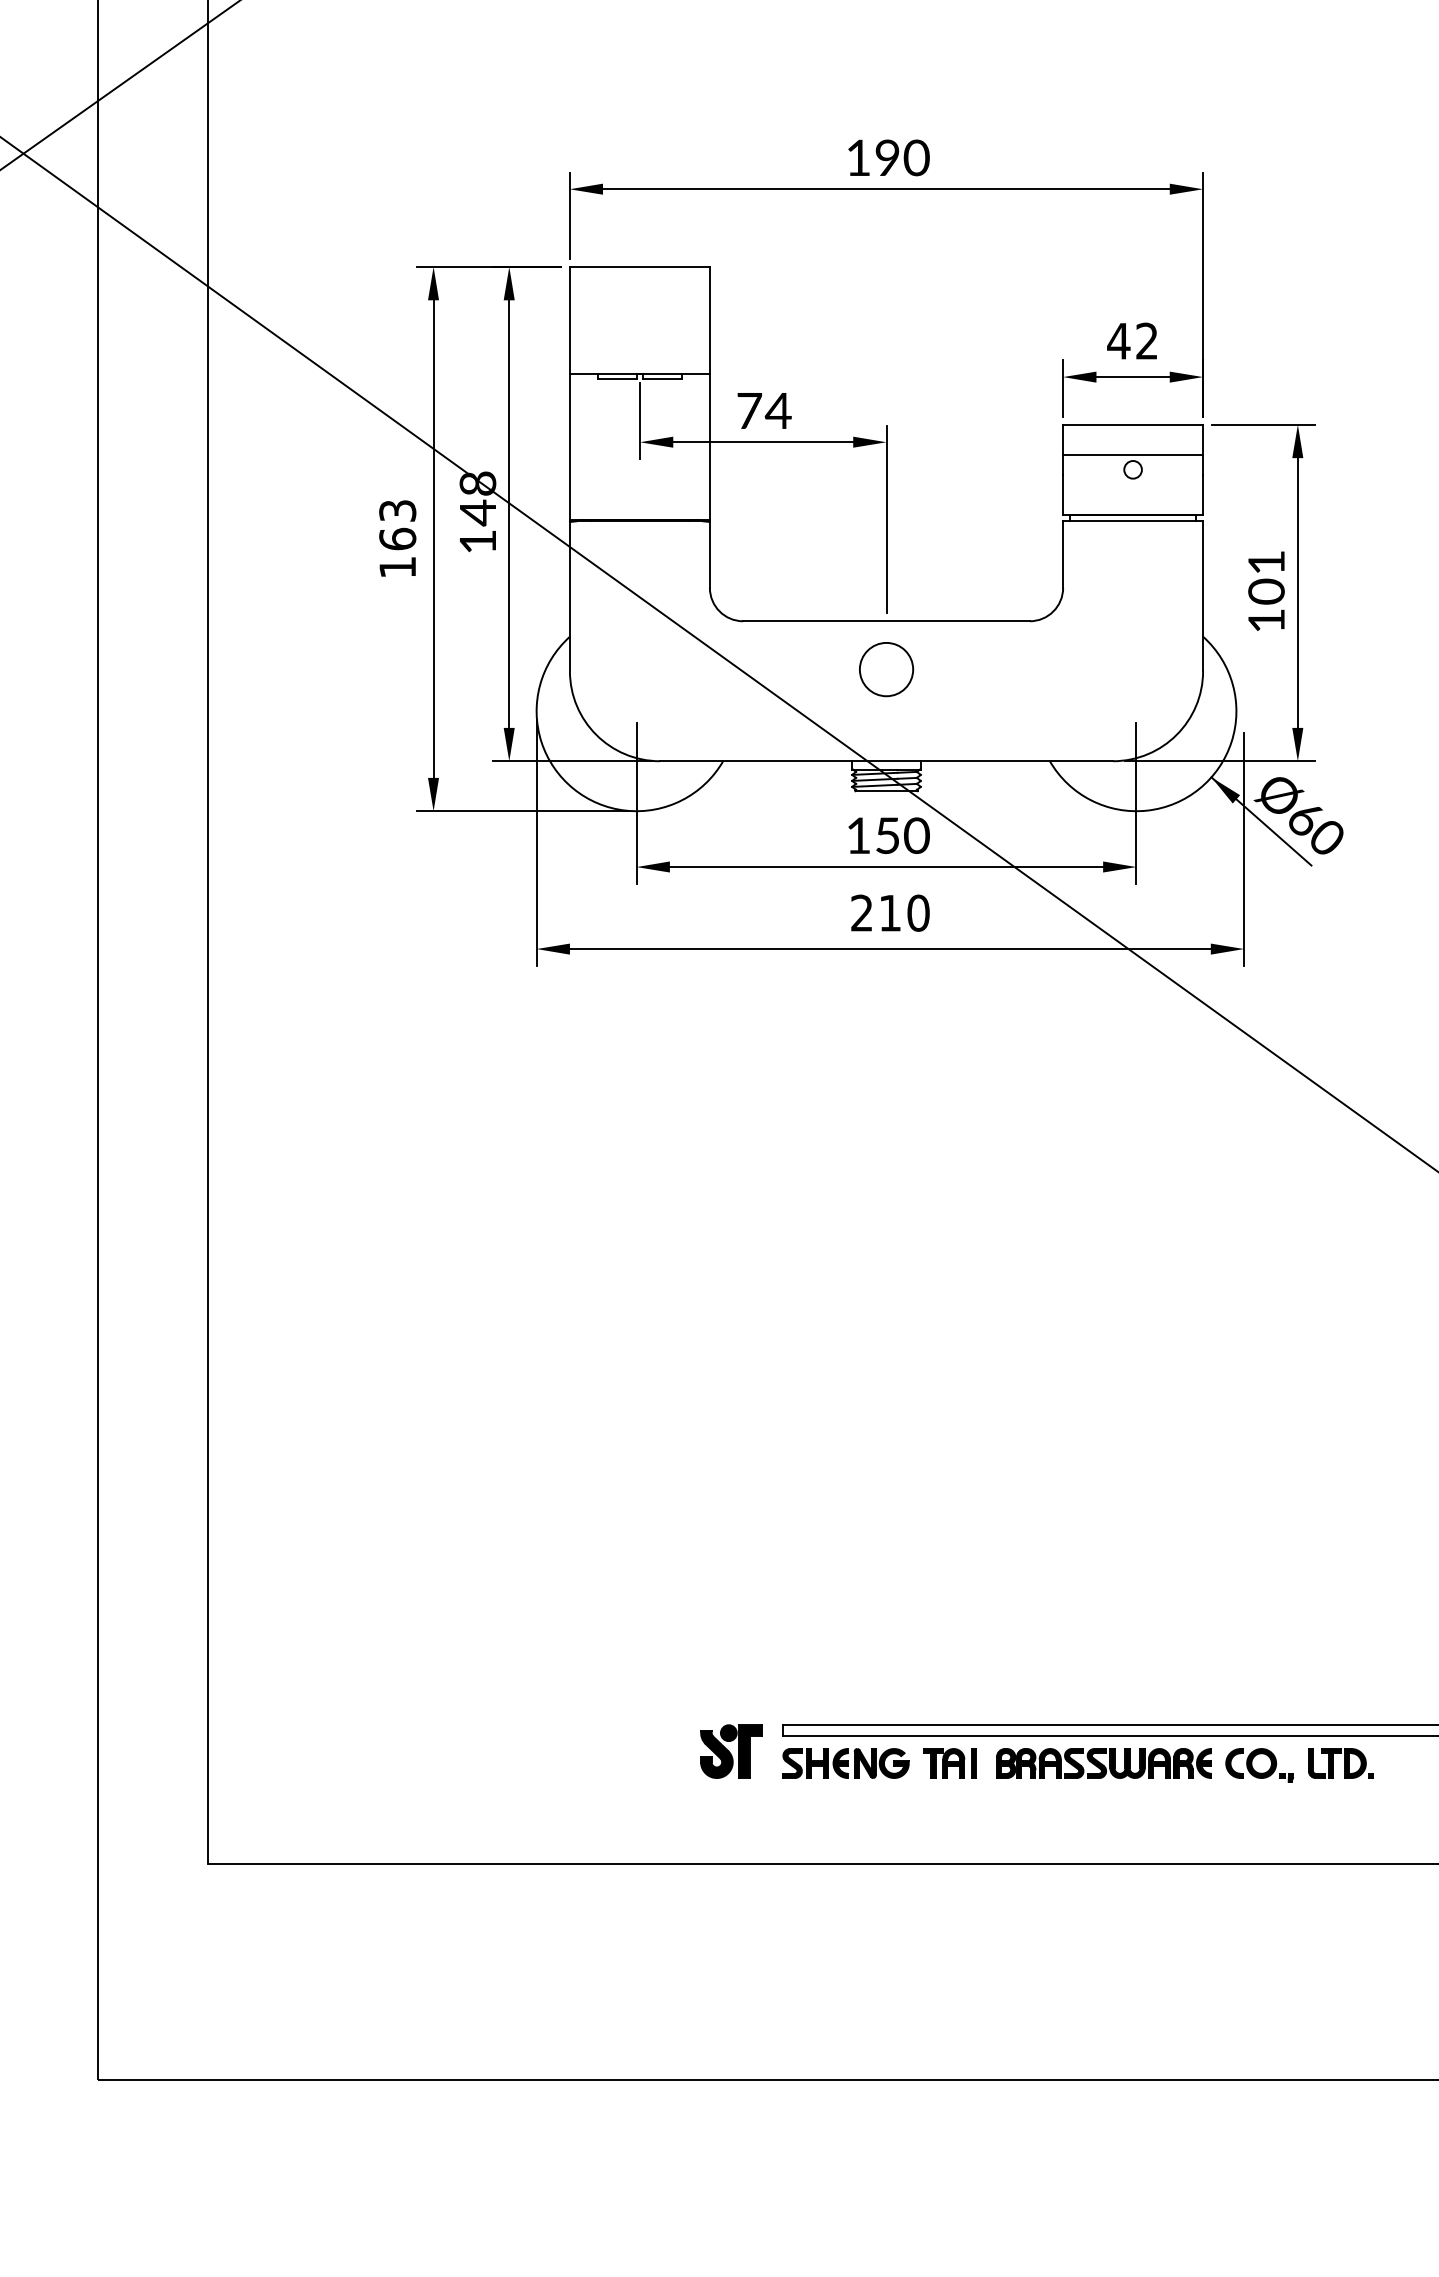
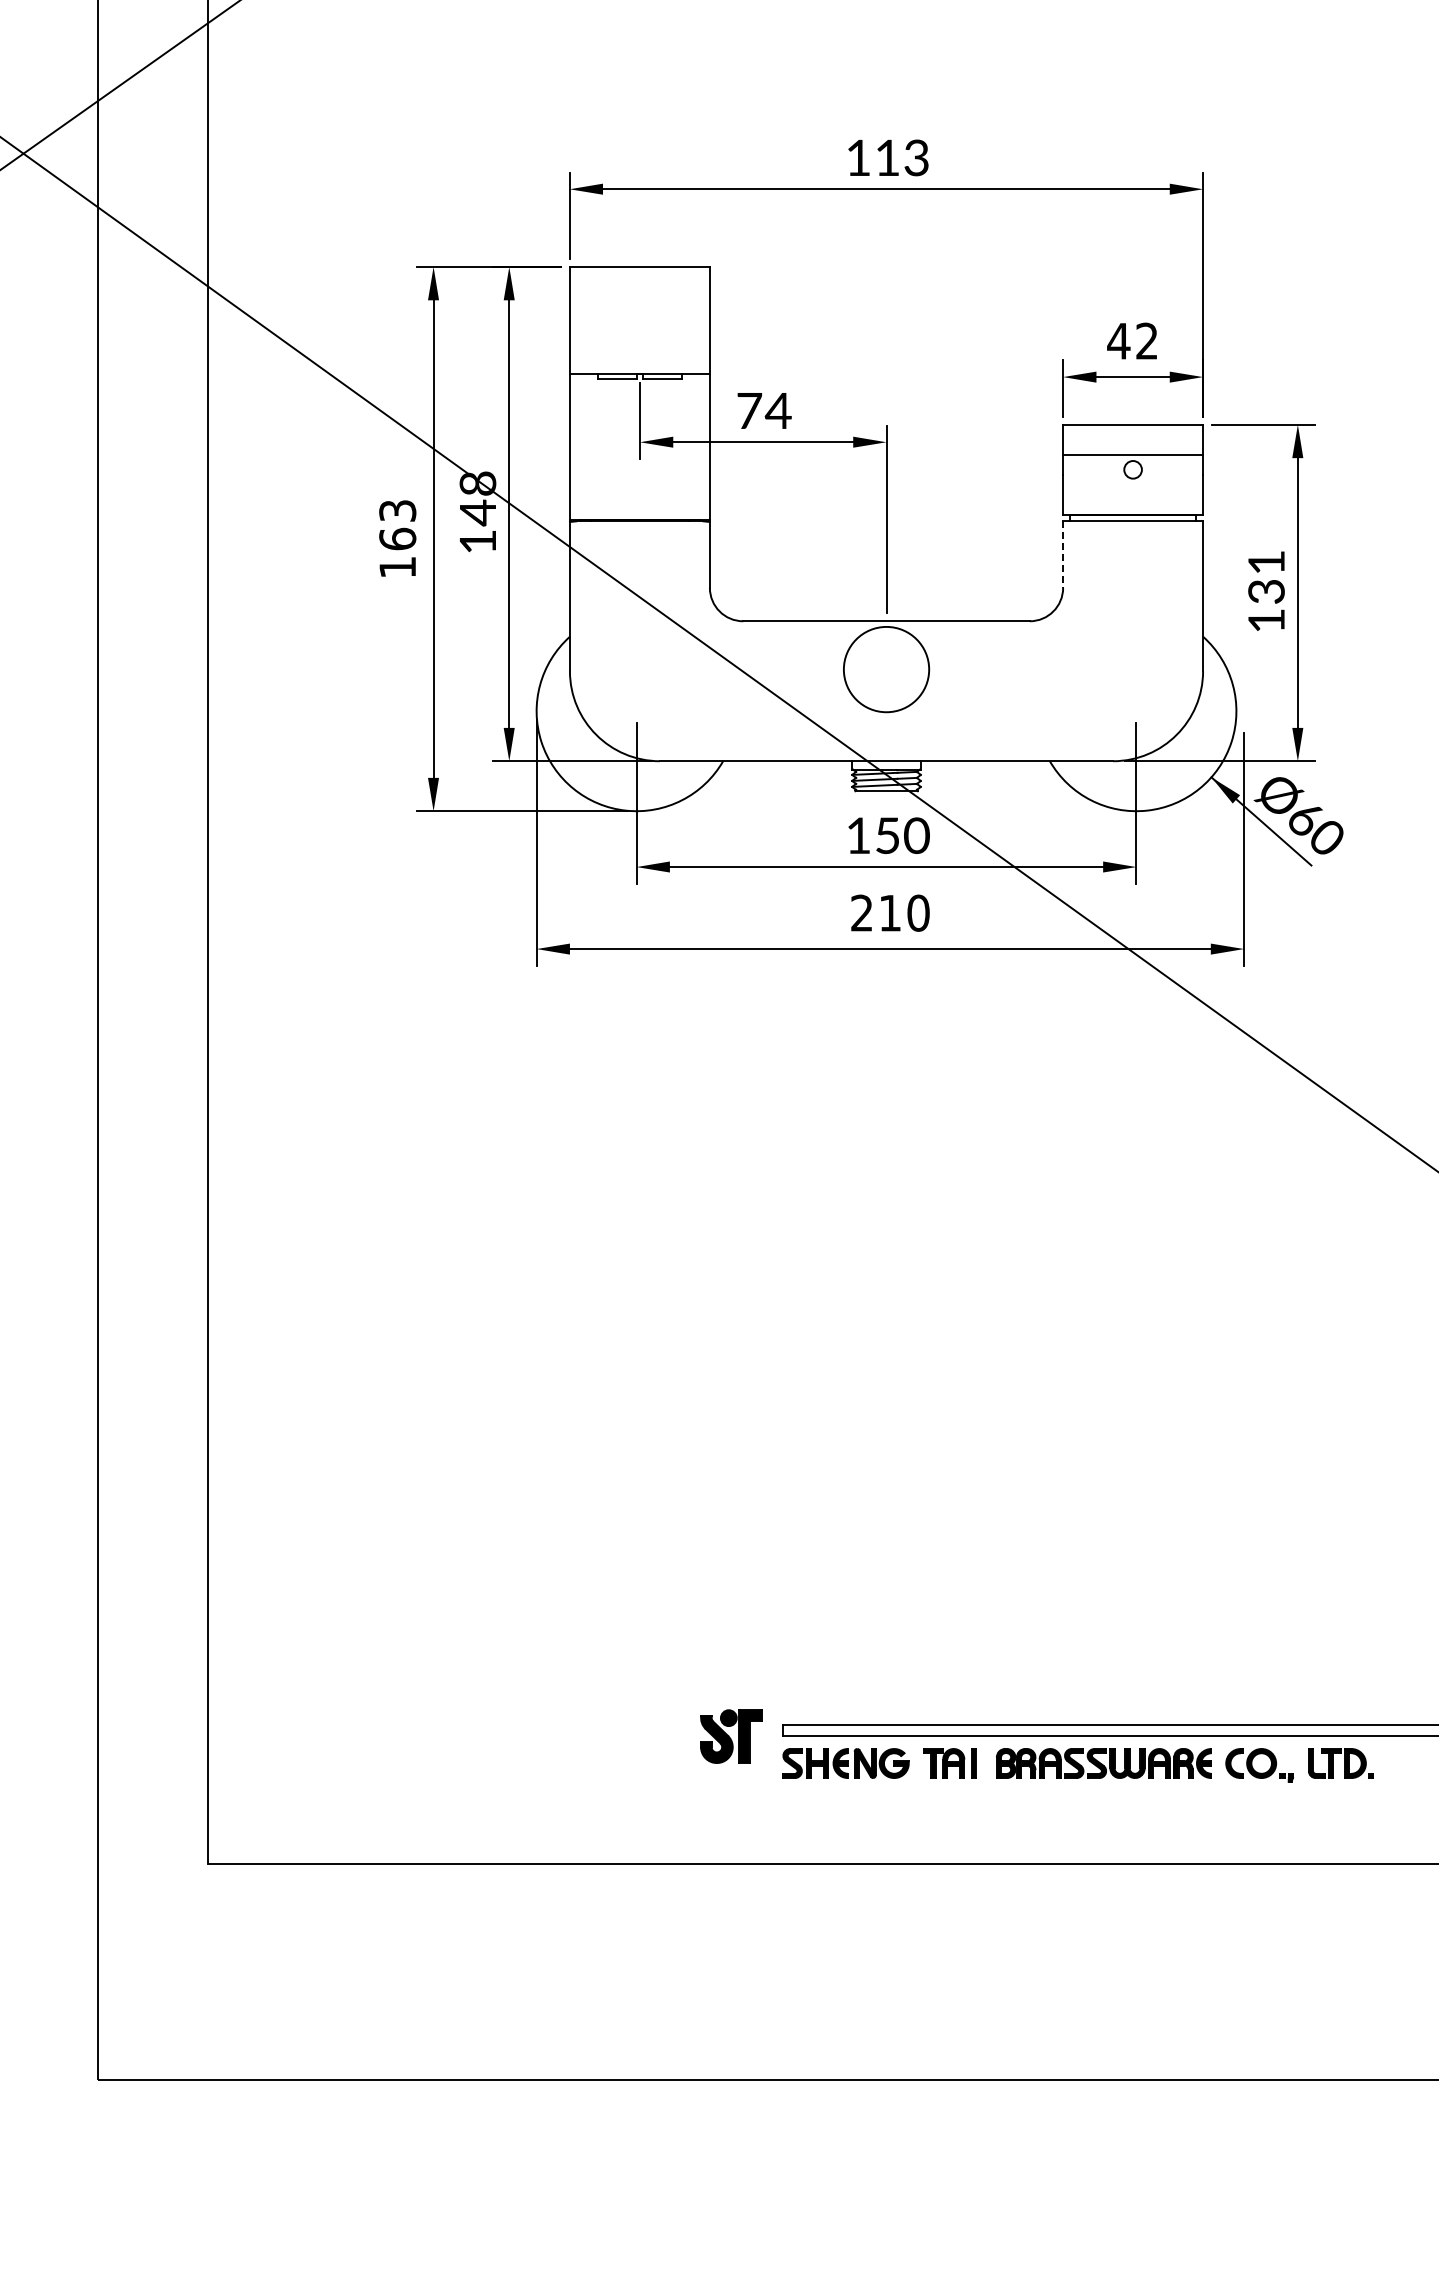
text at (902, 157): 190 -> 113
line at (1063, 555): solid -> dashed
text at (1266, 591): 101 -> 131
circle at (886, 669) diameter: 53 px -> 85 px
part at (731, 1751) position: (731, 1751) -> (731, 1736)
